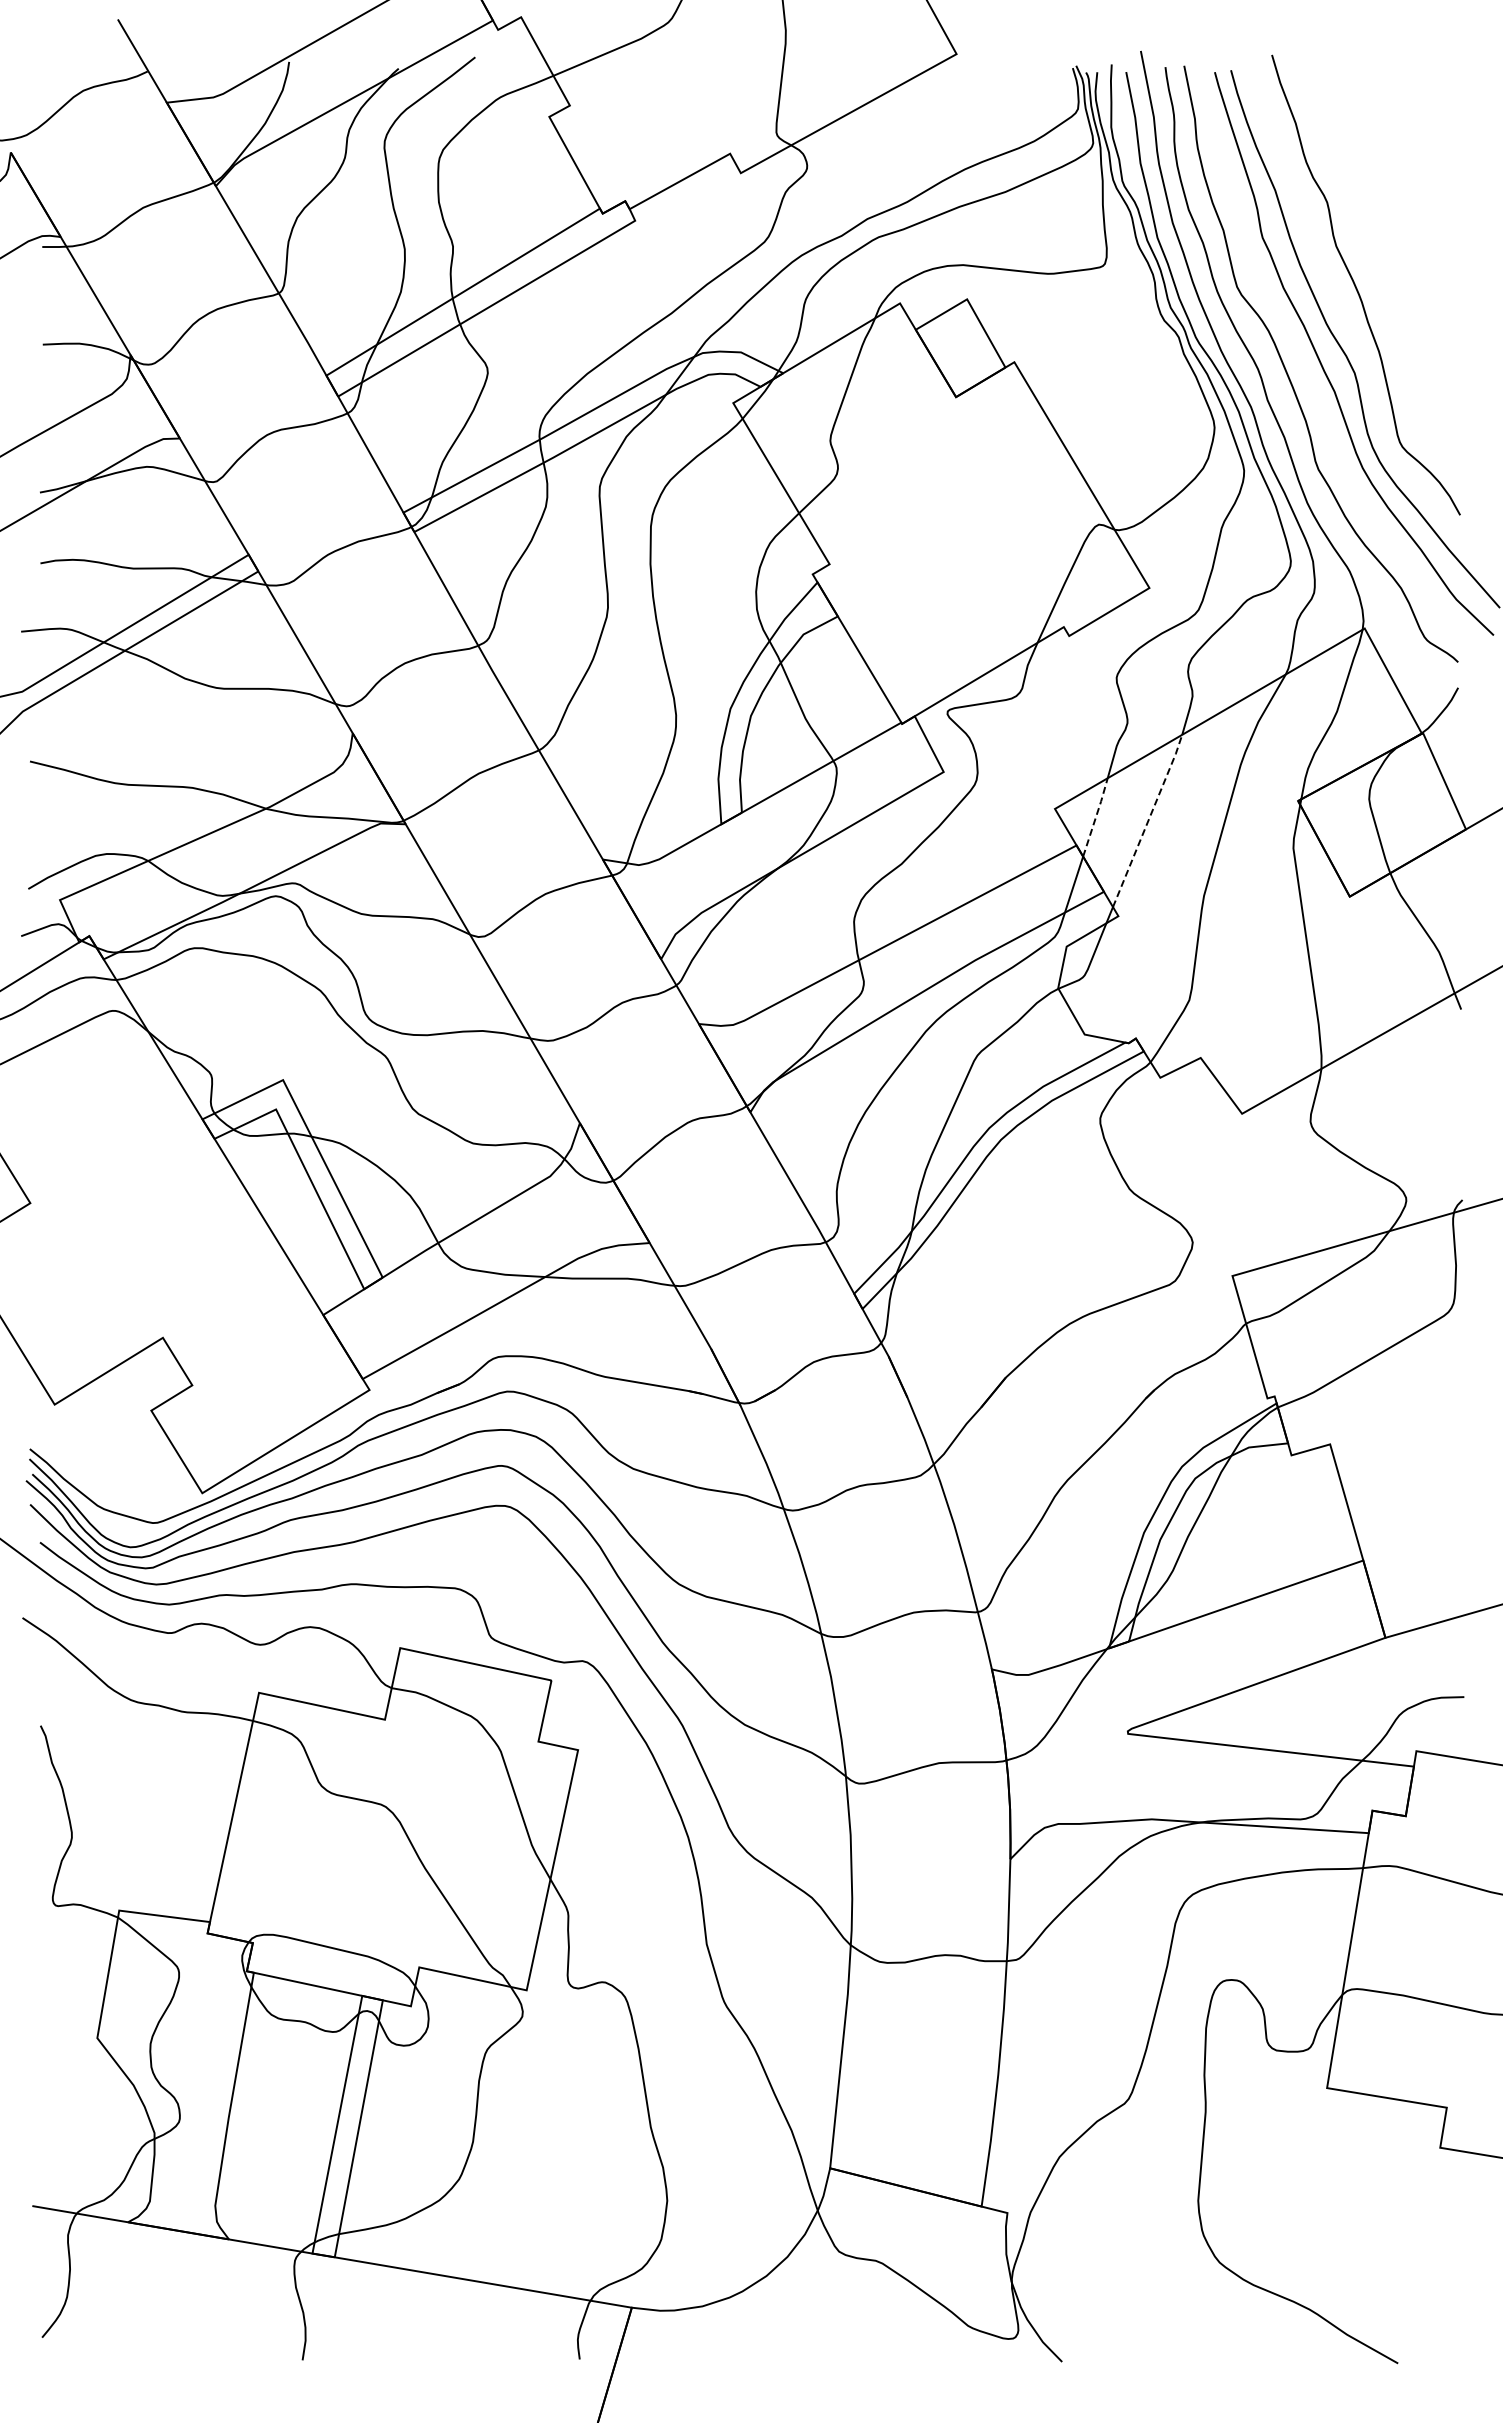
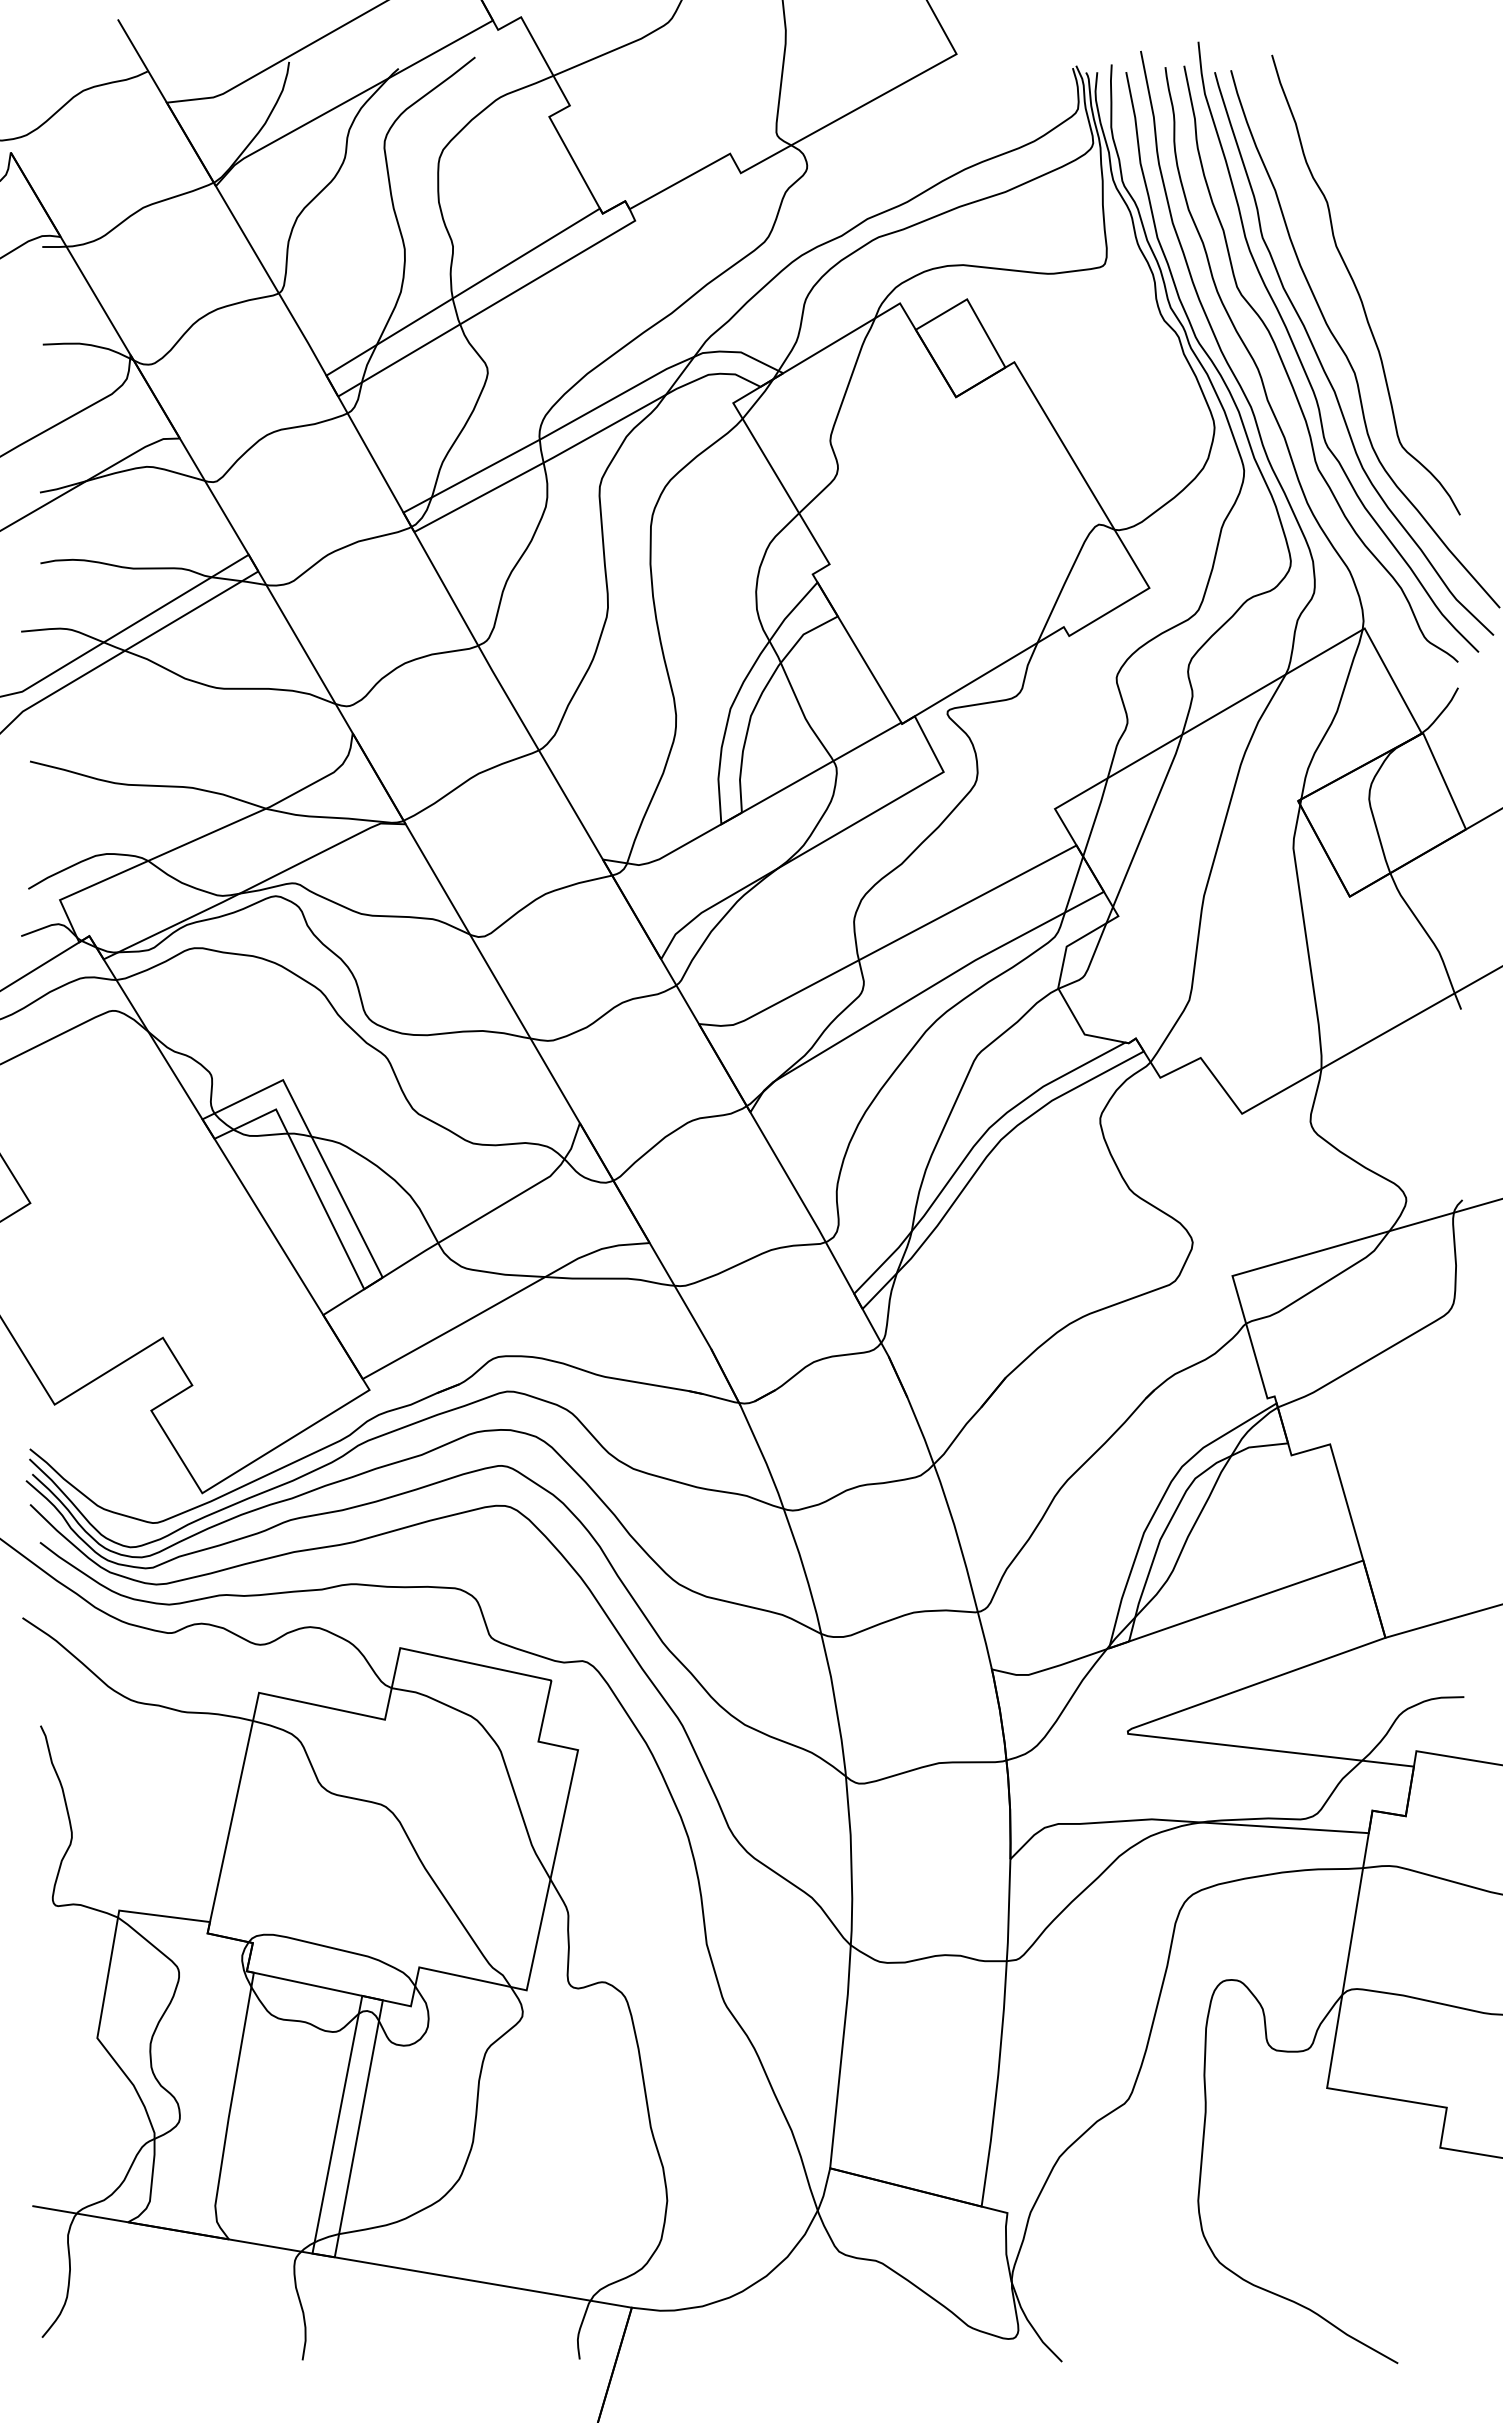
curve at (1301, 360): none -> present
line at (1096, 816): dashed -> solid
line at (1148, 820): dashed -> solid
